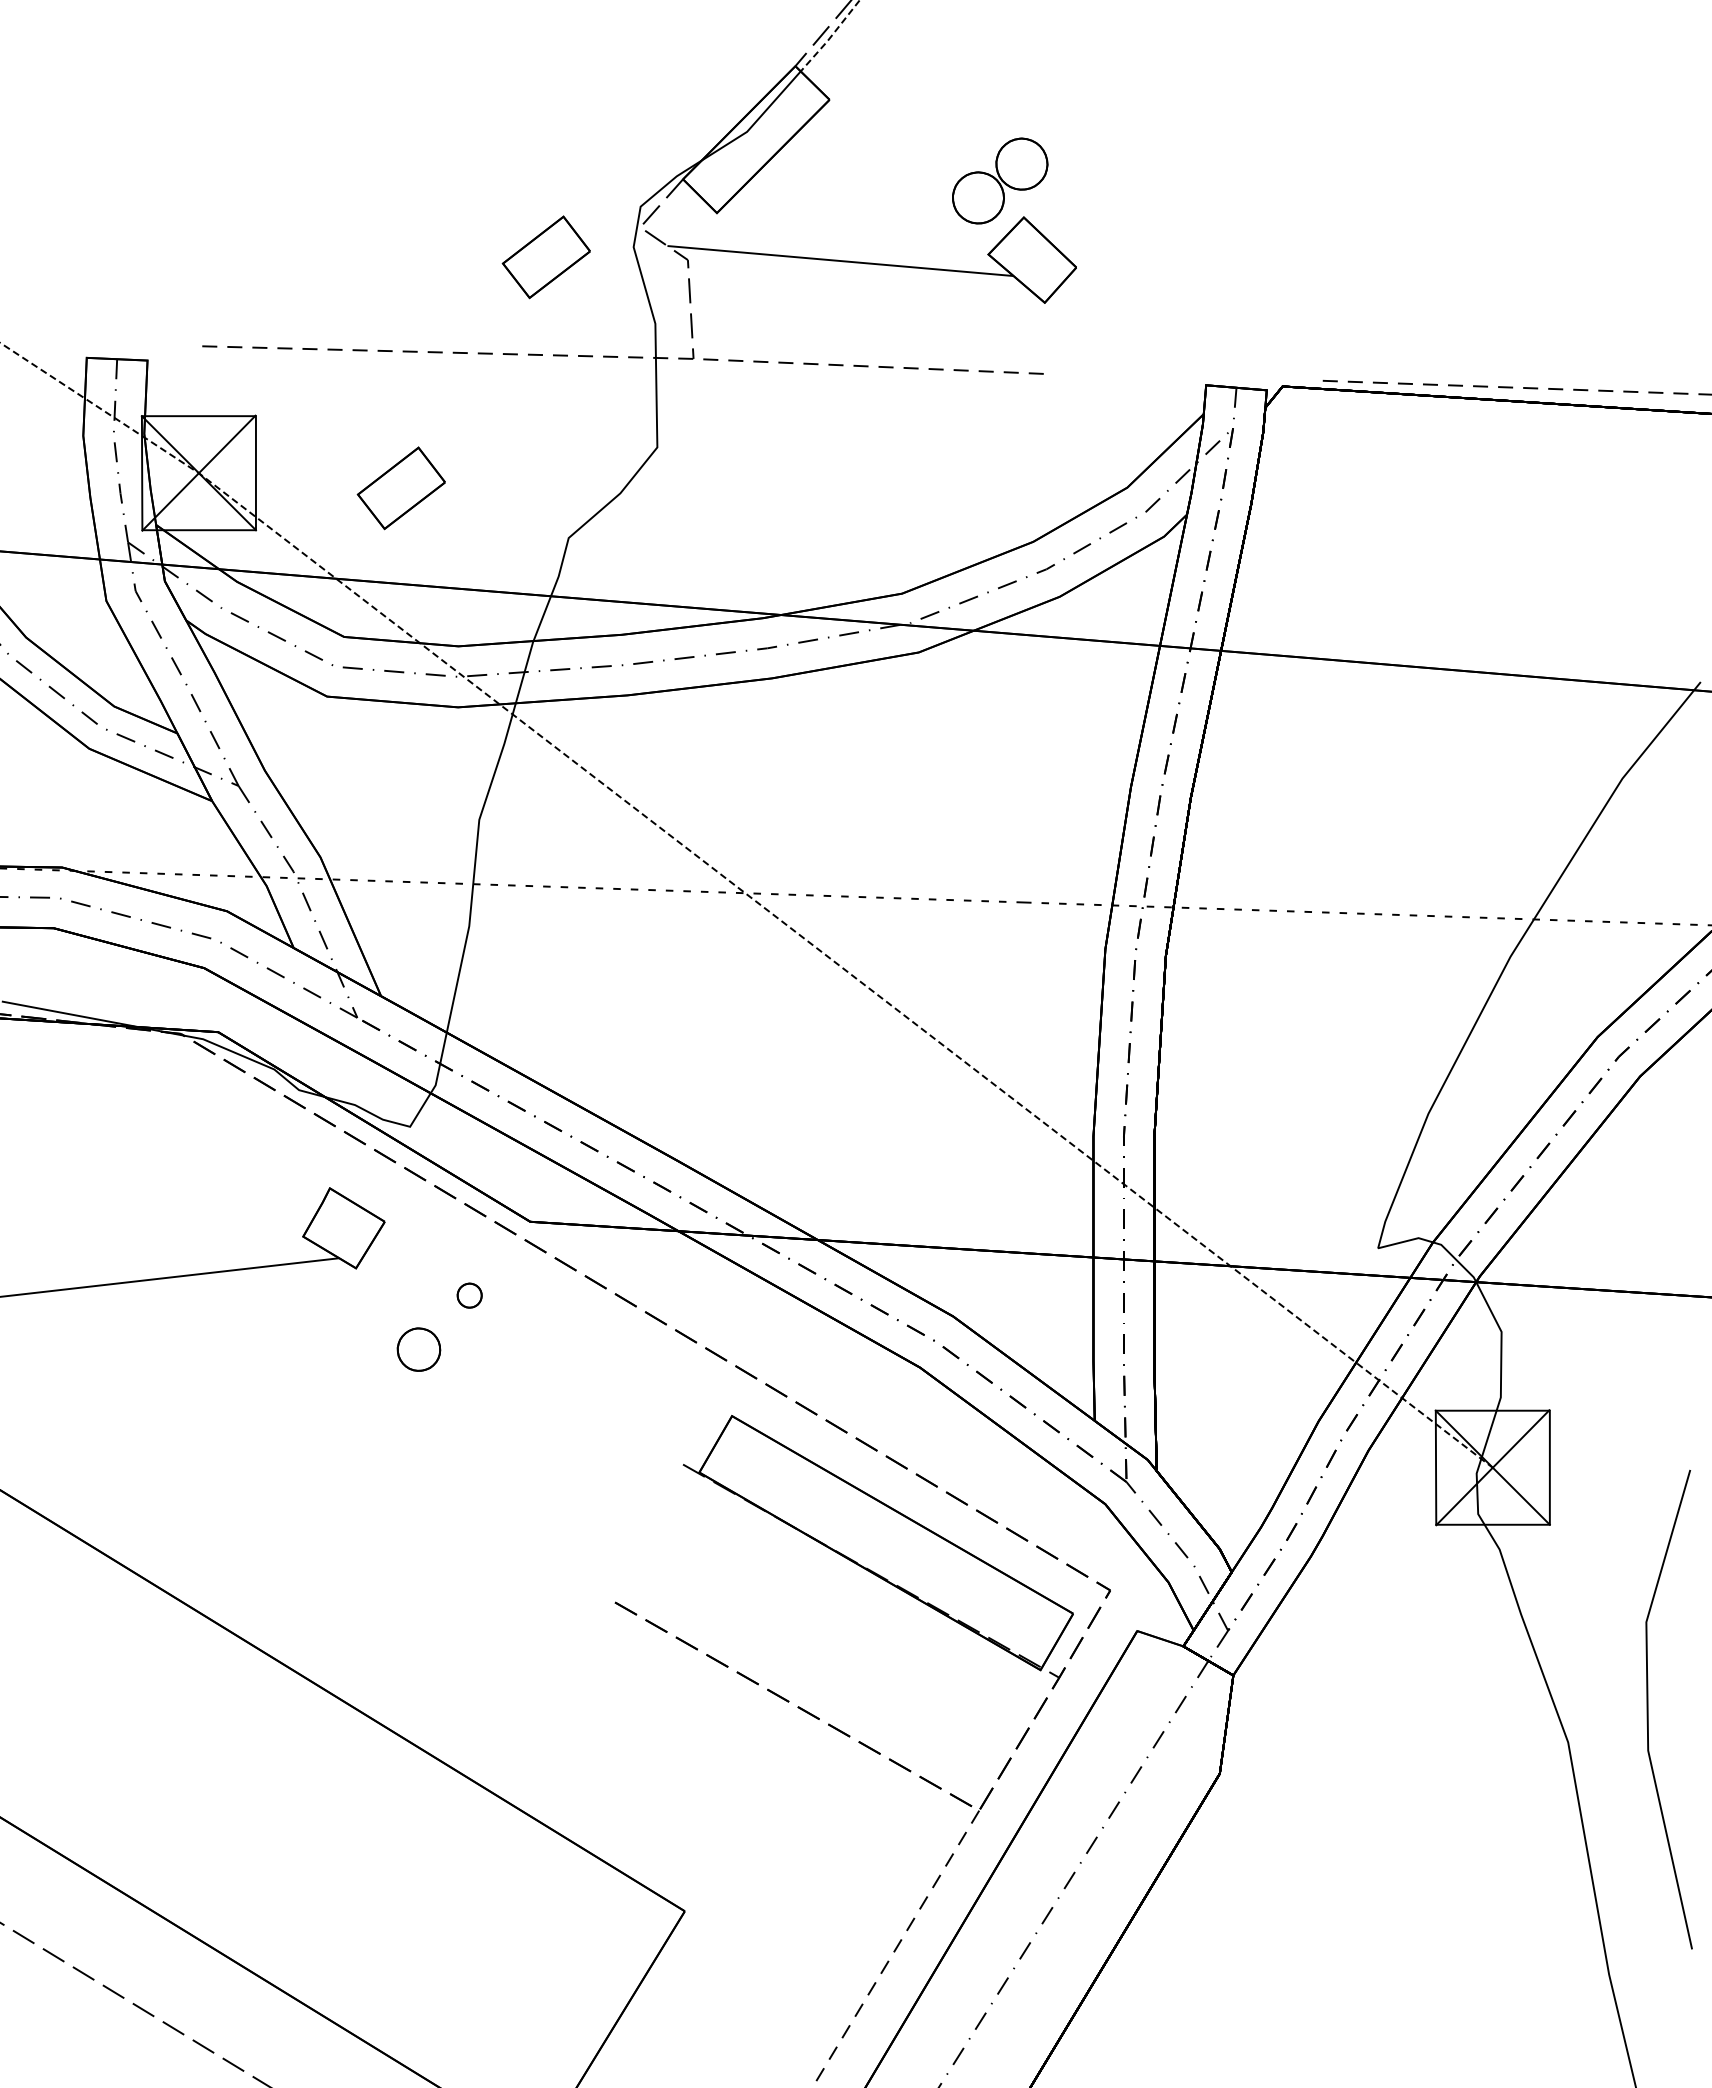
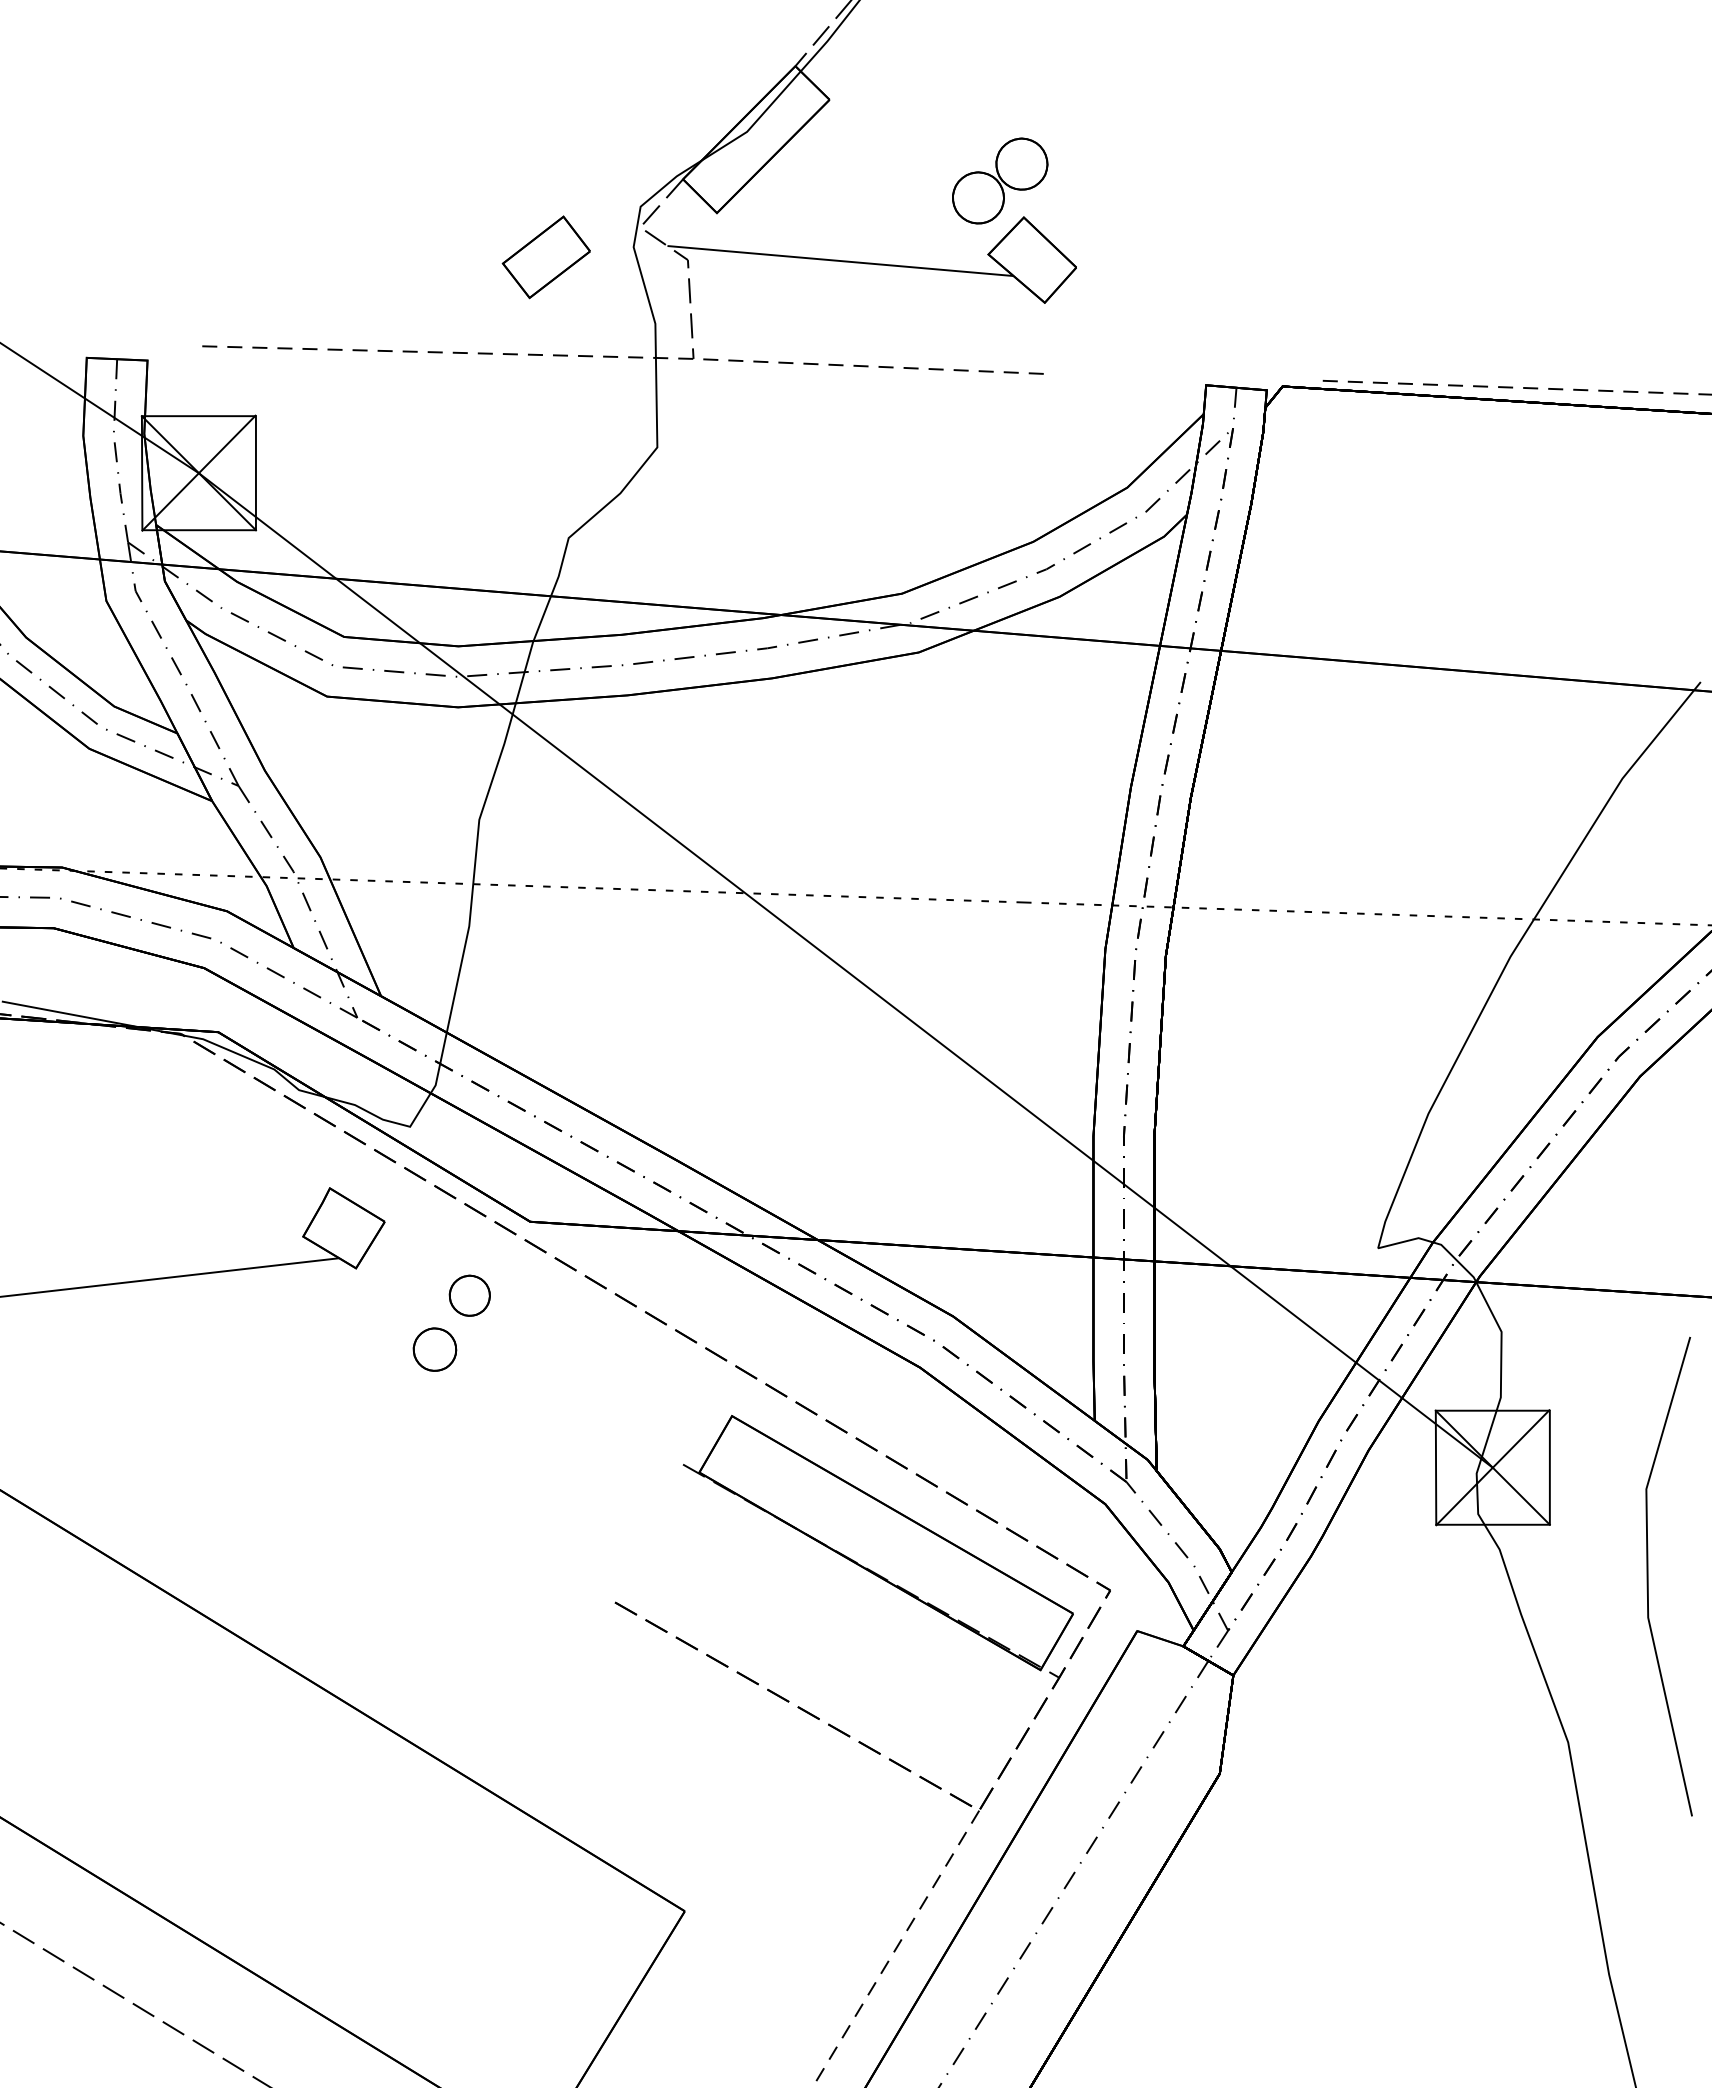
line at (830, 37): dashed -> solid
part at (400, 488): present -> none
line at (751, 898): dashed -> solid
part at (469, 1295) size: 27x27 px -> 43x43 px
part at (418, 1349) position: (418, 1349) -> (434, 1349)
line at (1648, 1709) position: (1648, 1709) -> (1648, 1576)
